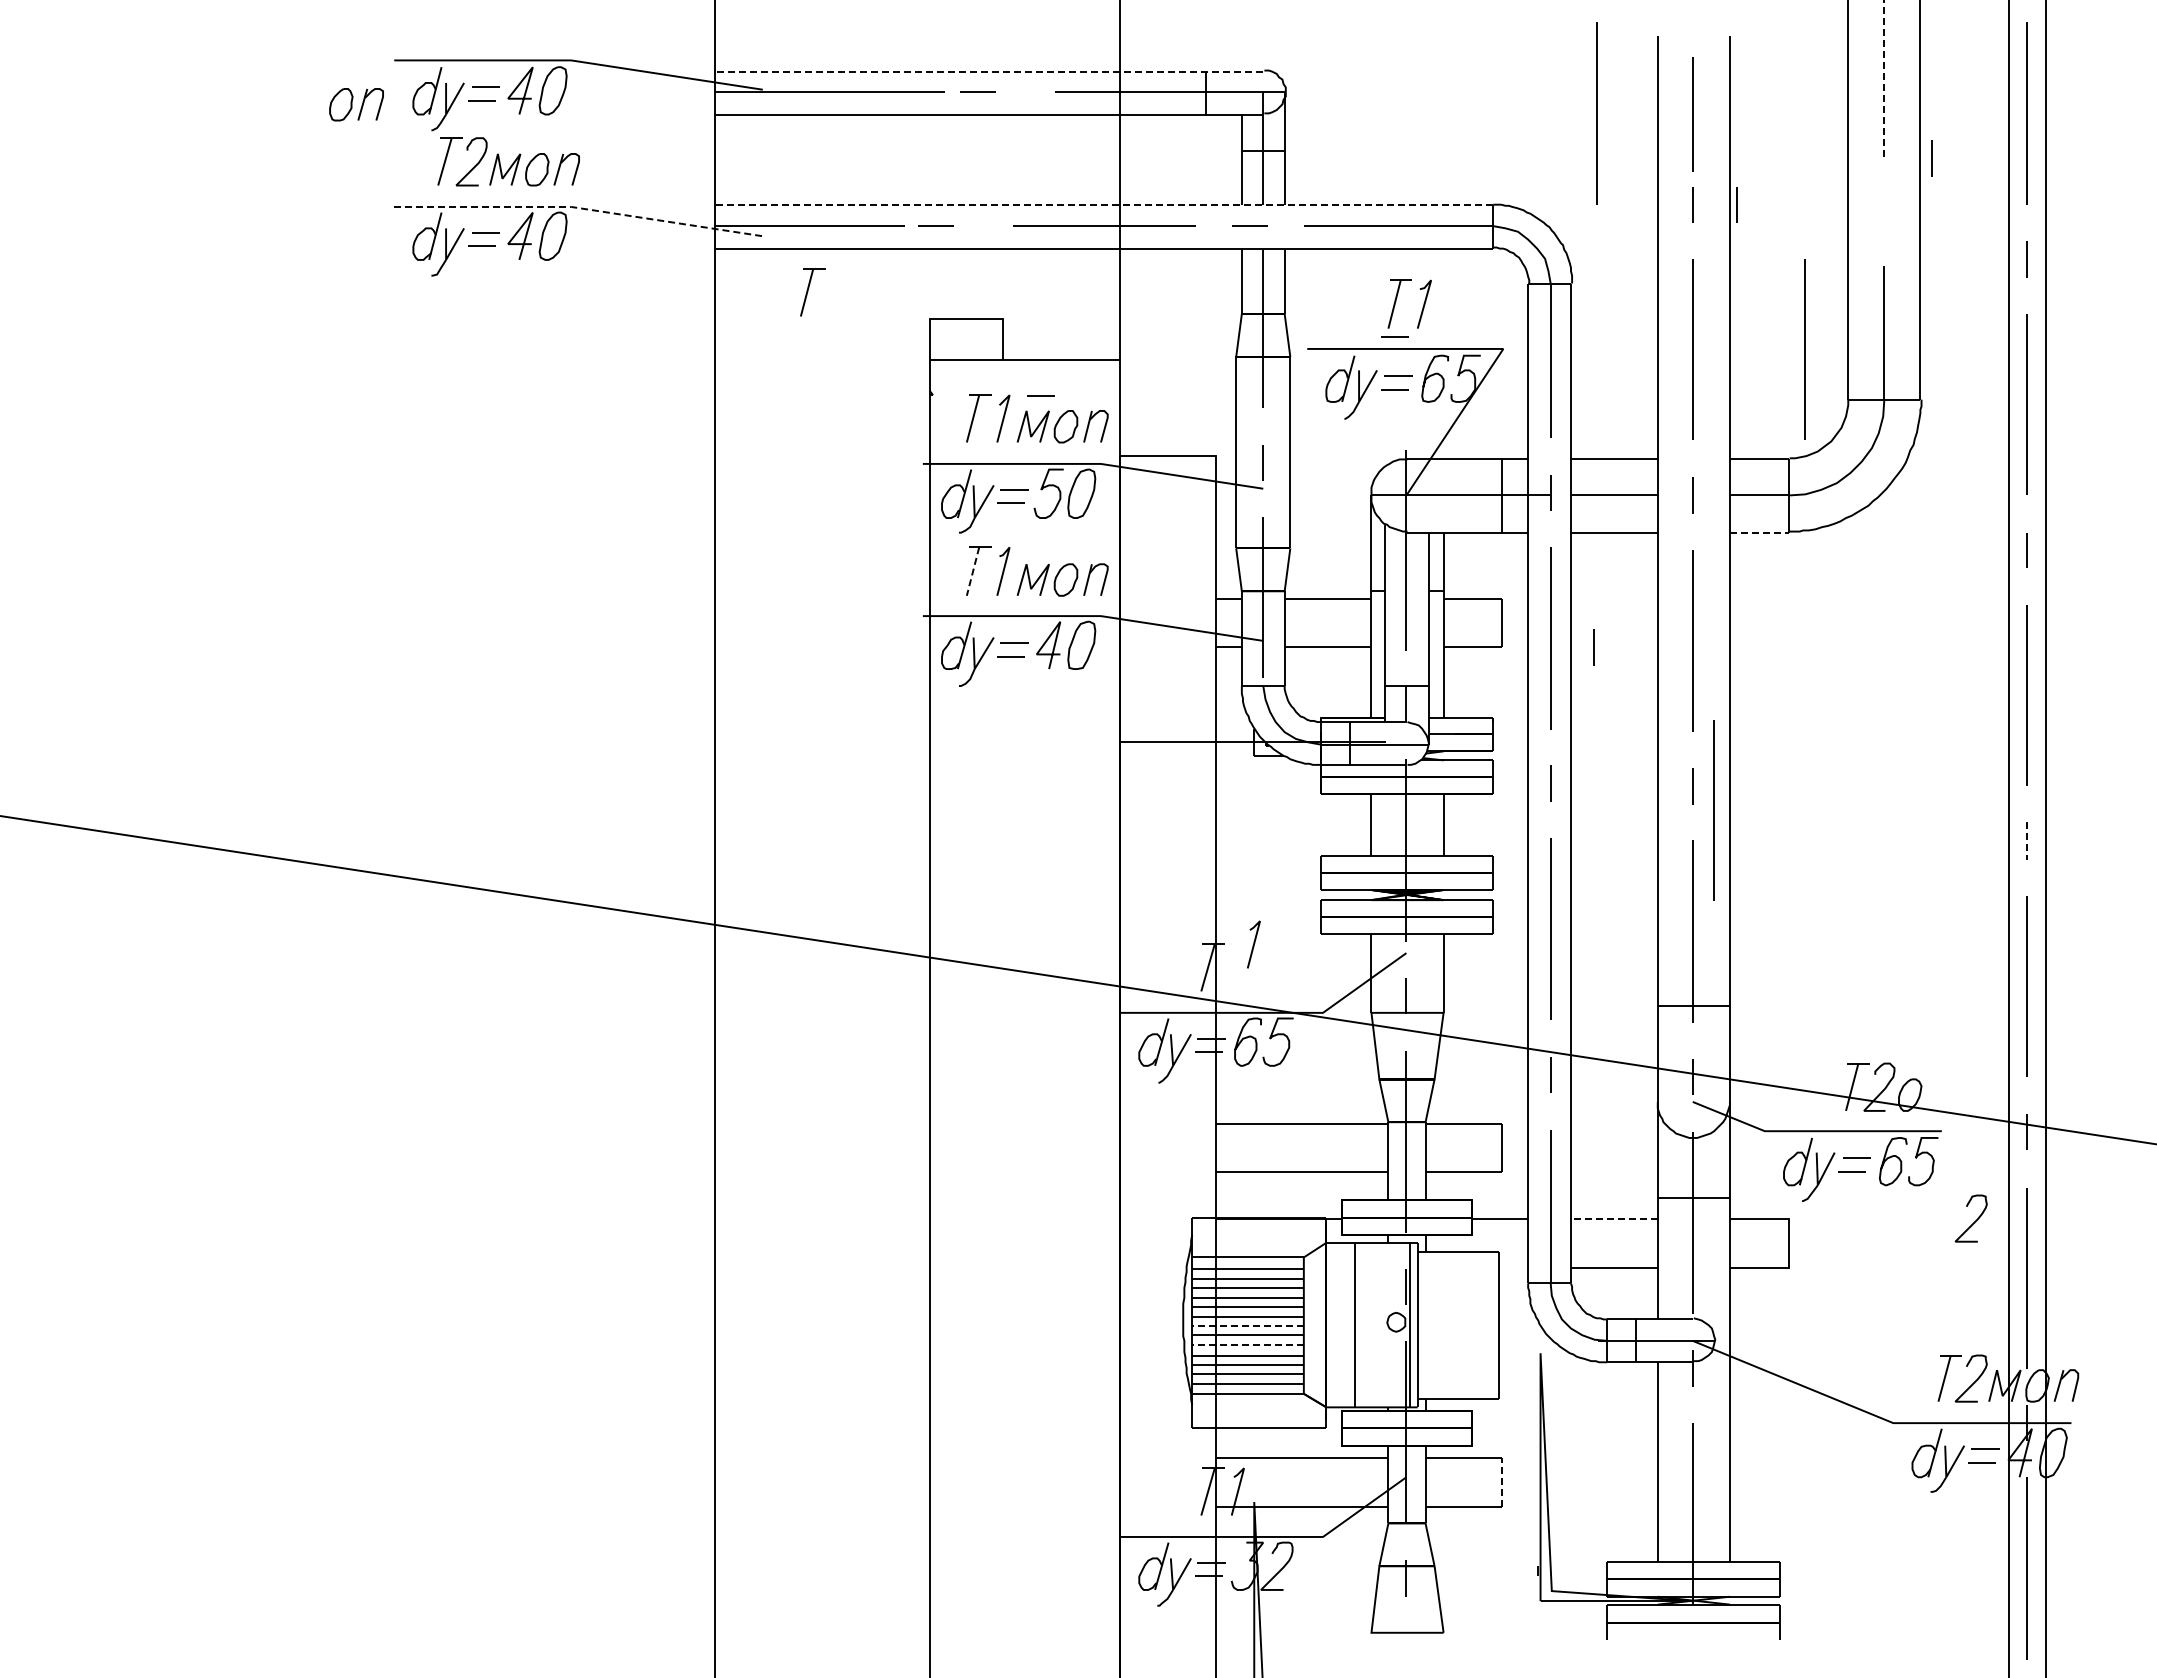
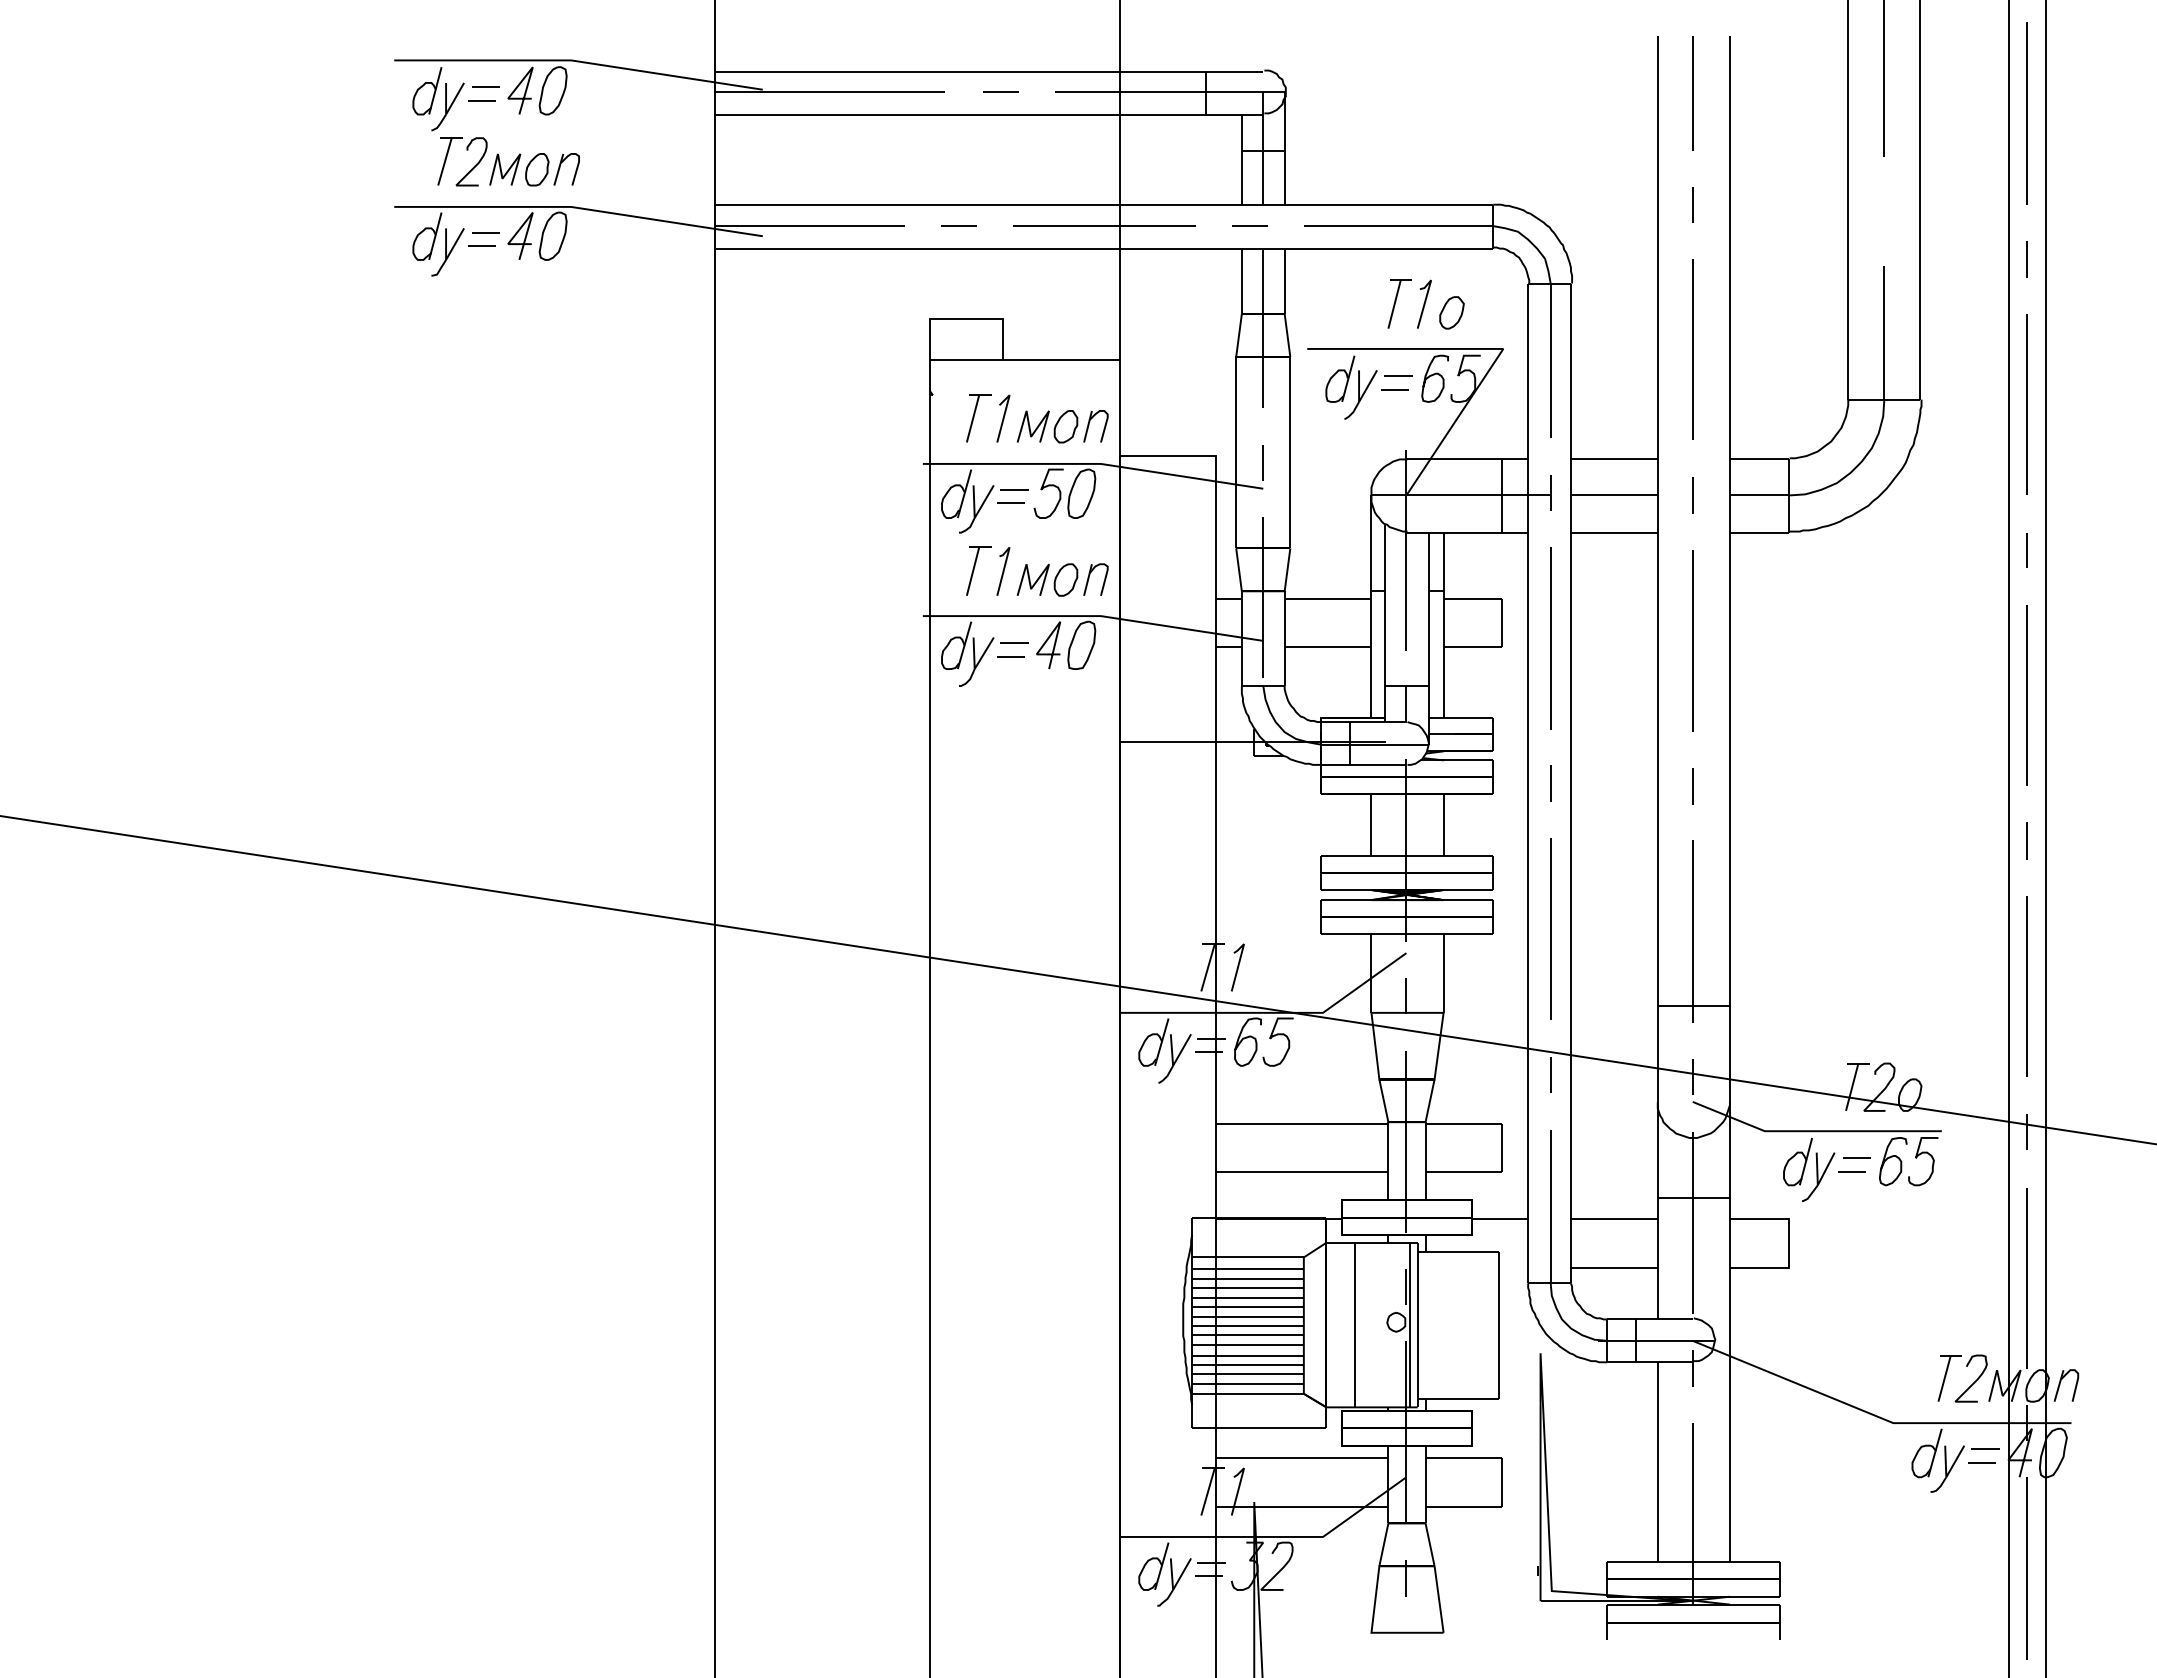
line at (989, 71): dashed -> solid
line at (1884, 78): dashed -> solid
line at (977, 91) position: (977, 91) -> (1000, 91)
part at (356, 104): present -> none
line at (1596, 113): present -> none
line at (1692, 114) position: (1692, 114) -> (1692, 93)
line at (1931, 158): present -> none
line at (1104, 204): dashed -> solid
line at (1736, 204): present -> none
line at (579, 208): dashed -> solid
line at (935, 225) position: (935, 225) -> (958, 225)
part at (812, 292): present -> none
part at (1451, 312): none -> present
line at (1394, 336): present -> none
line at (1804, 349): present -> none
line at (1040, 395): present -> none
line at (1759, 532): dashed -> solid
line at (972, 572): dashed -> solid
line at (1593, 647): present -> none
line at (1713, 810): present -> none
line at (2027, 840): dashed -> solid
line at (1253, 944) position: (1253, 944) -> (1237, 967)
line at (1613, 1219): dashed -> solid
curve at (1974, 1221): present -> none
line at (1248, 1326): dashed -> solid
line at (1248, 1345): dashed -> solid
line at (1502, 1481): dashed -> solid
